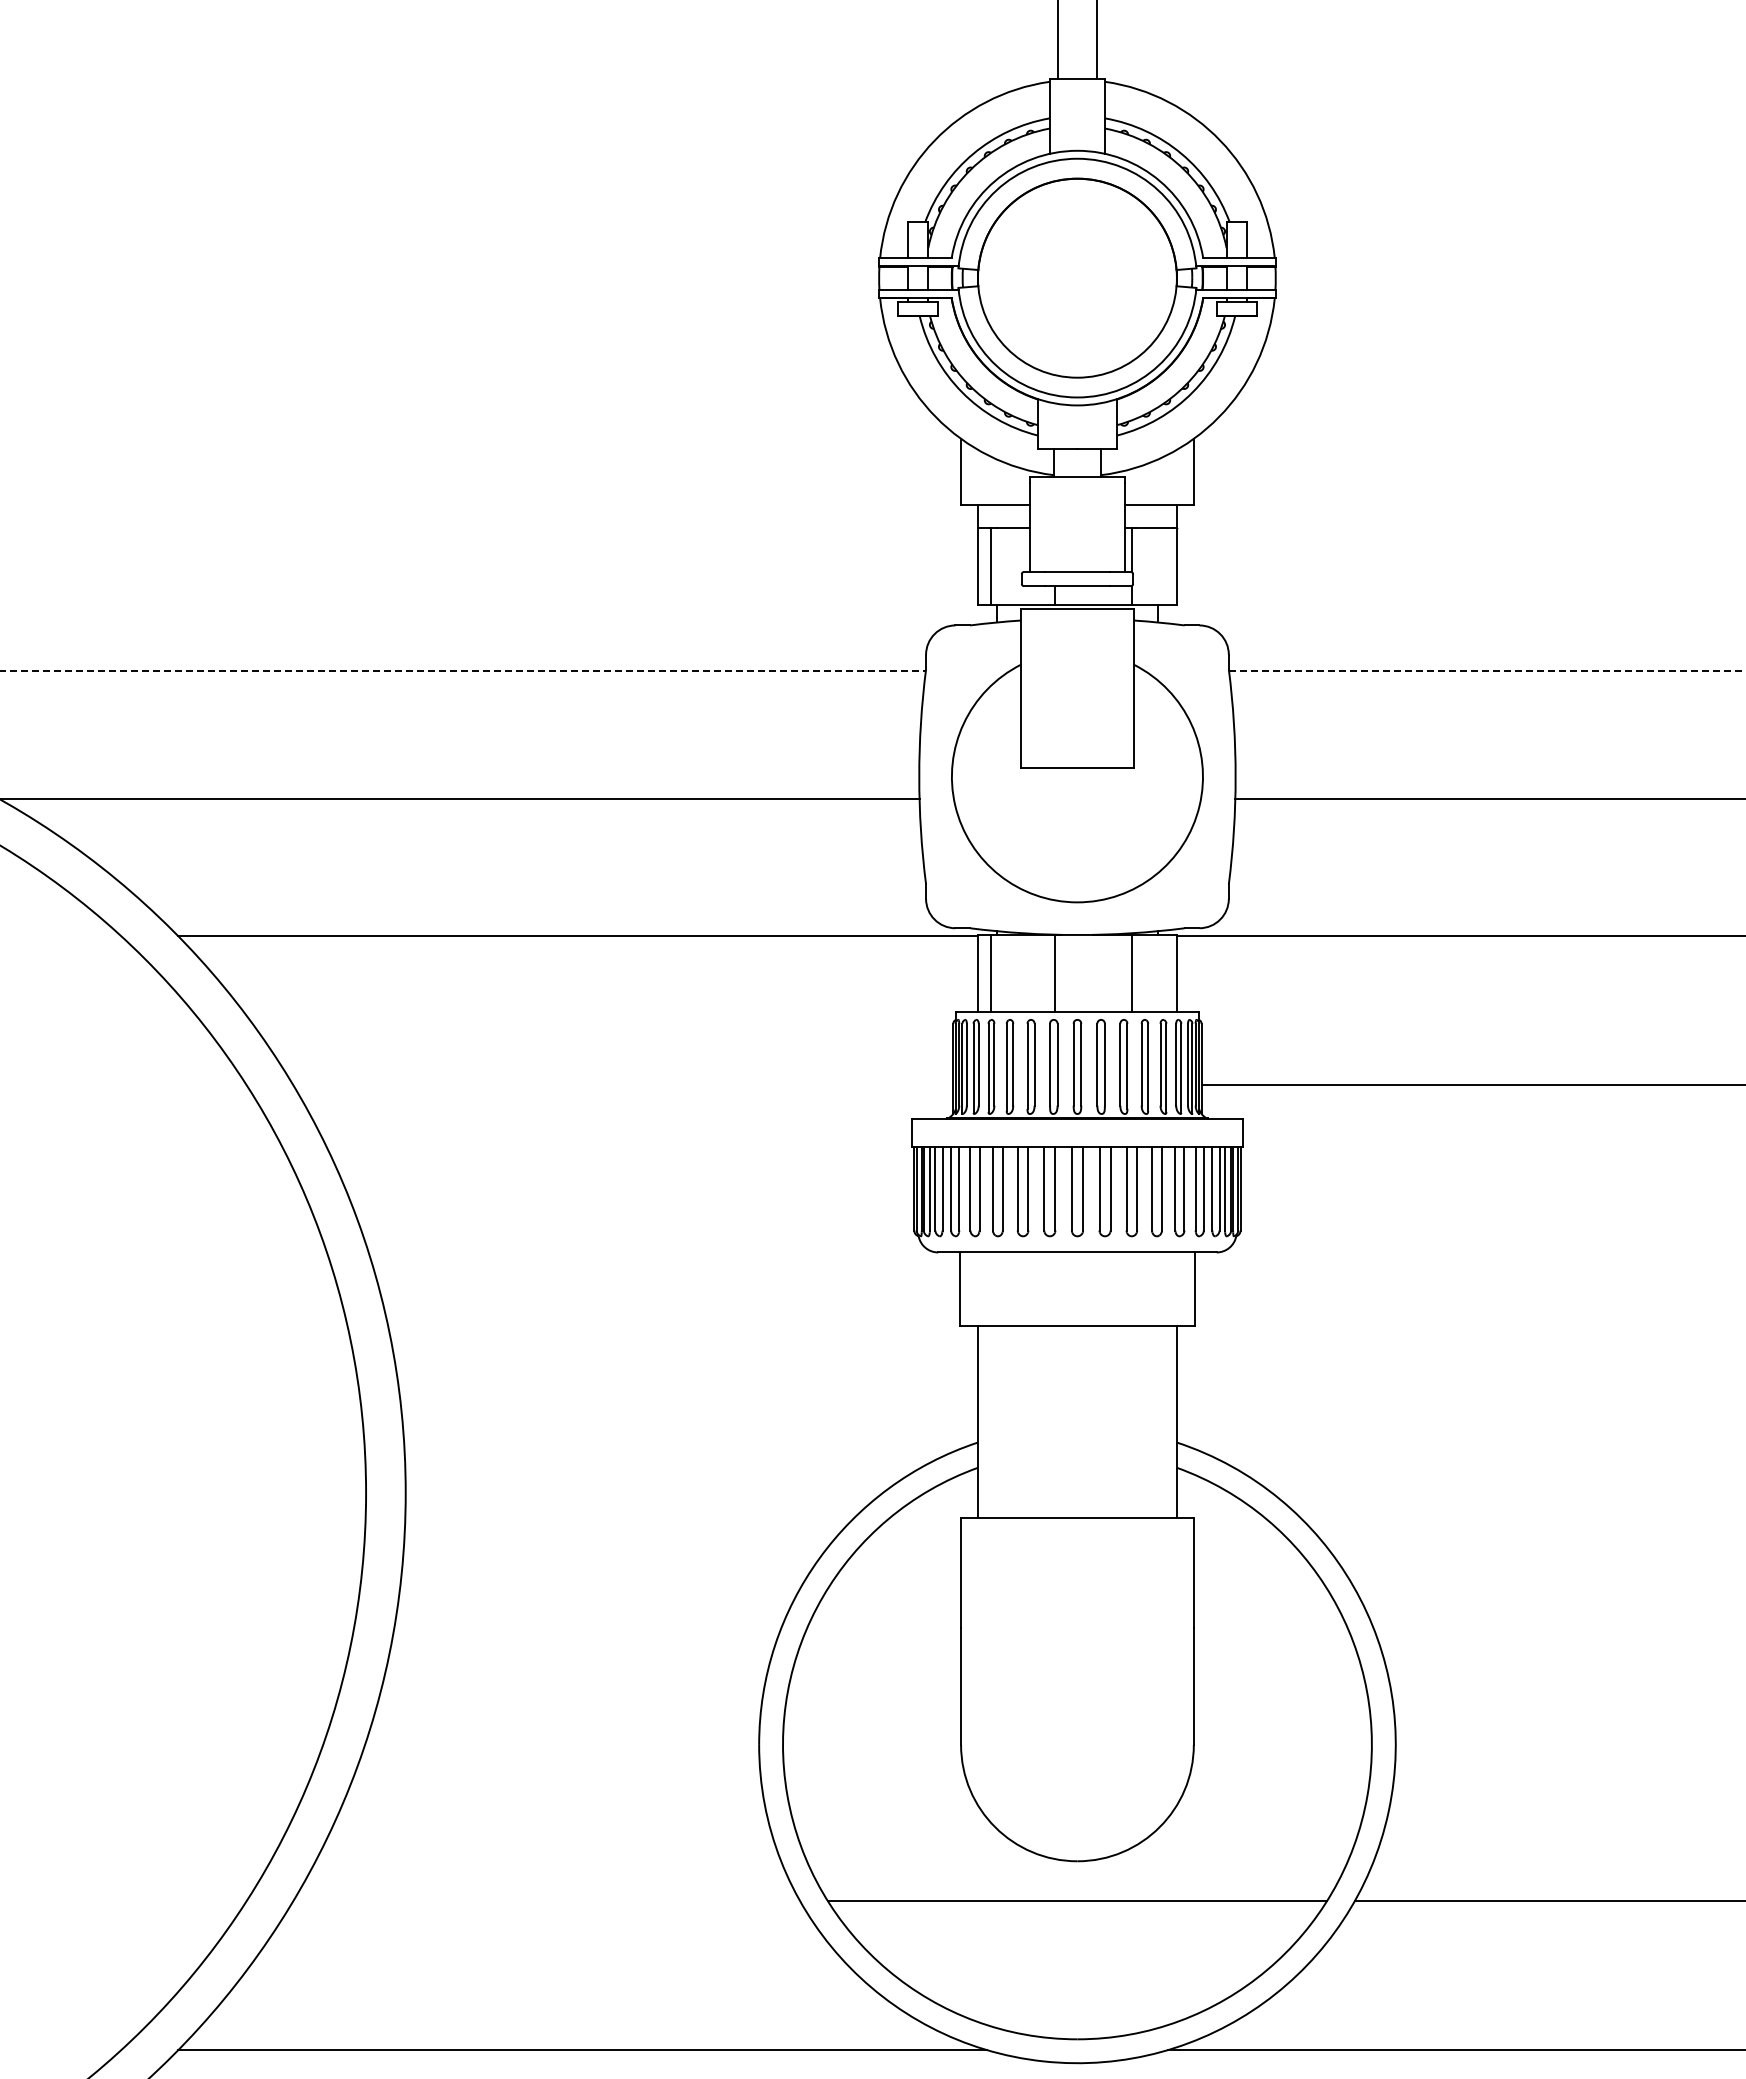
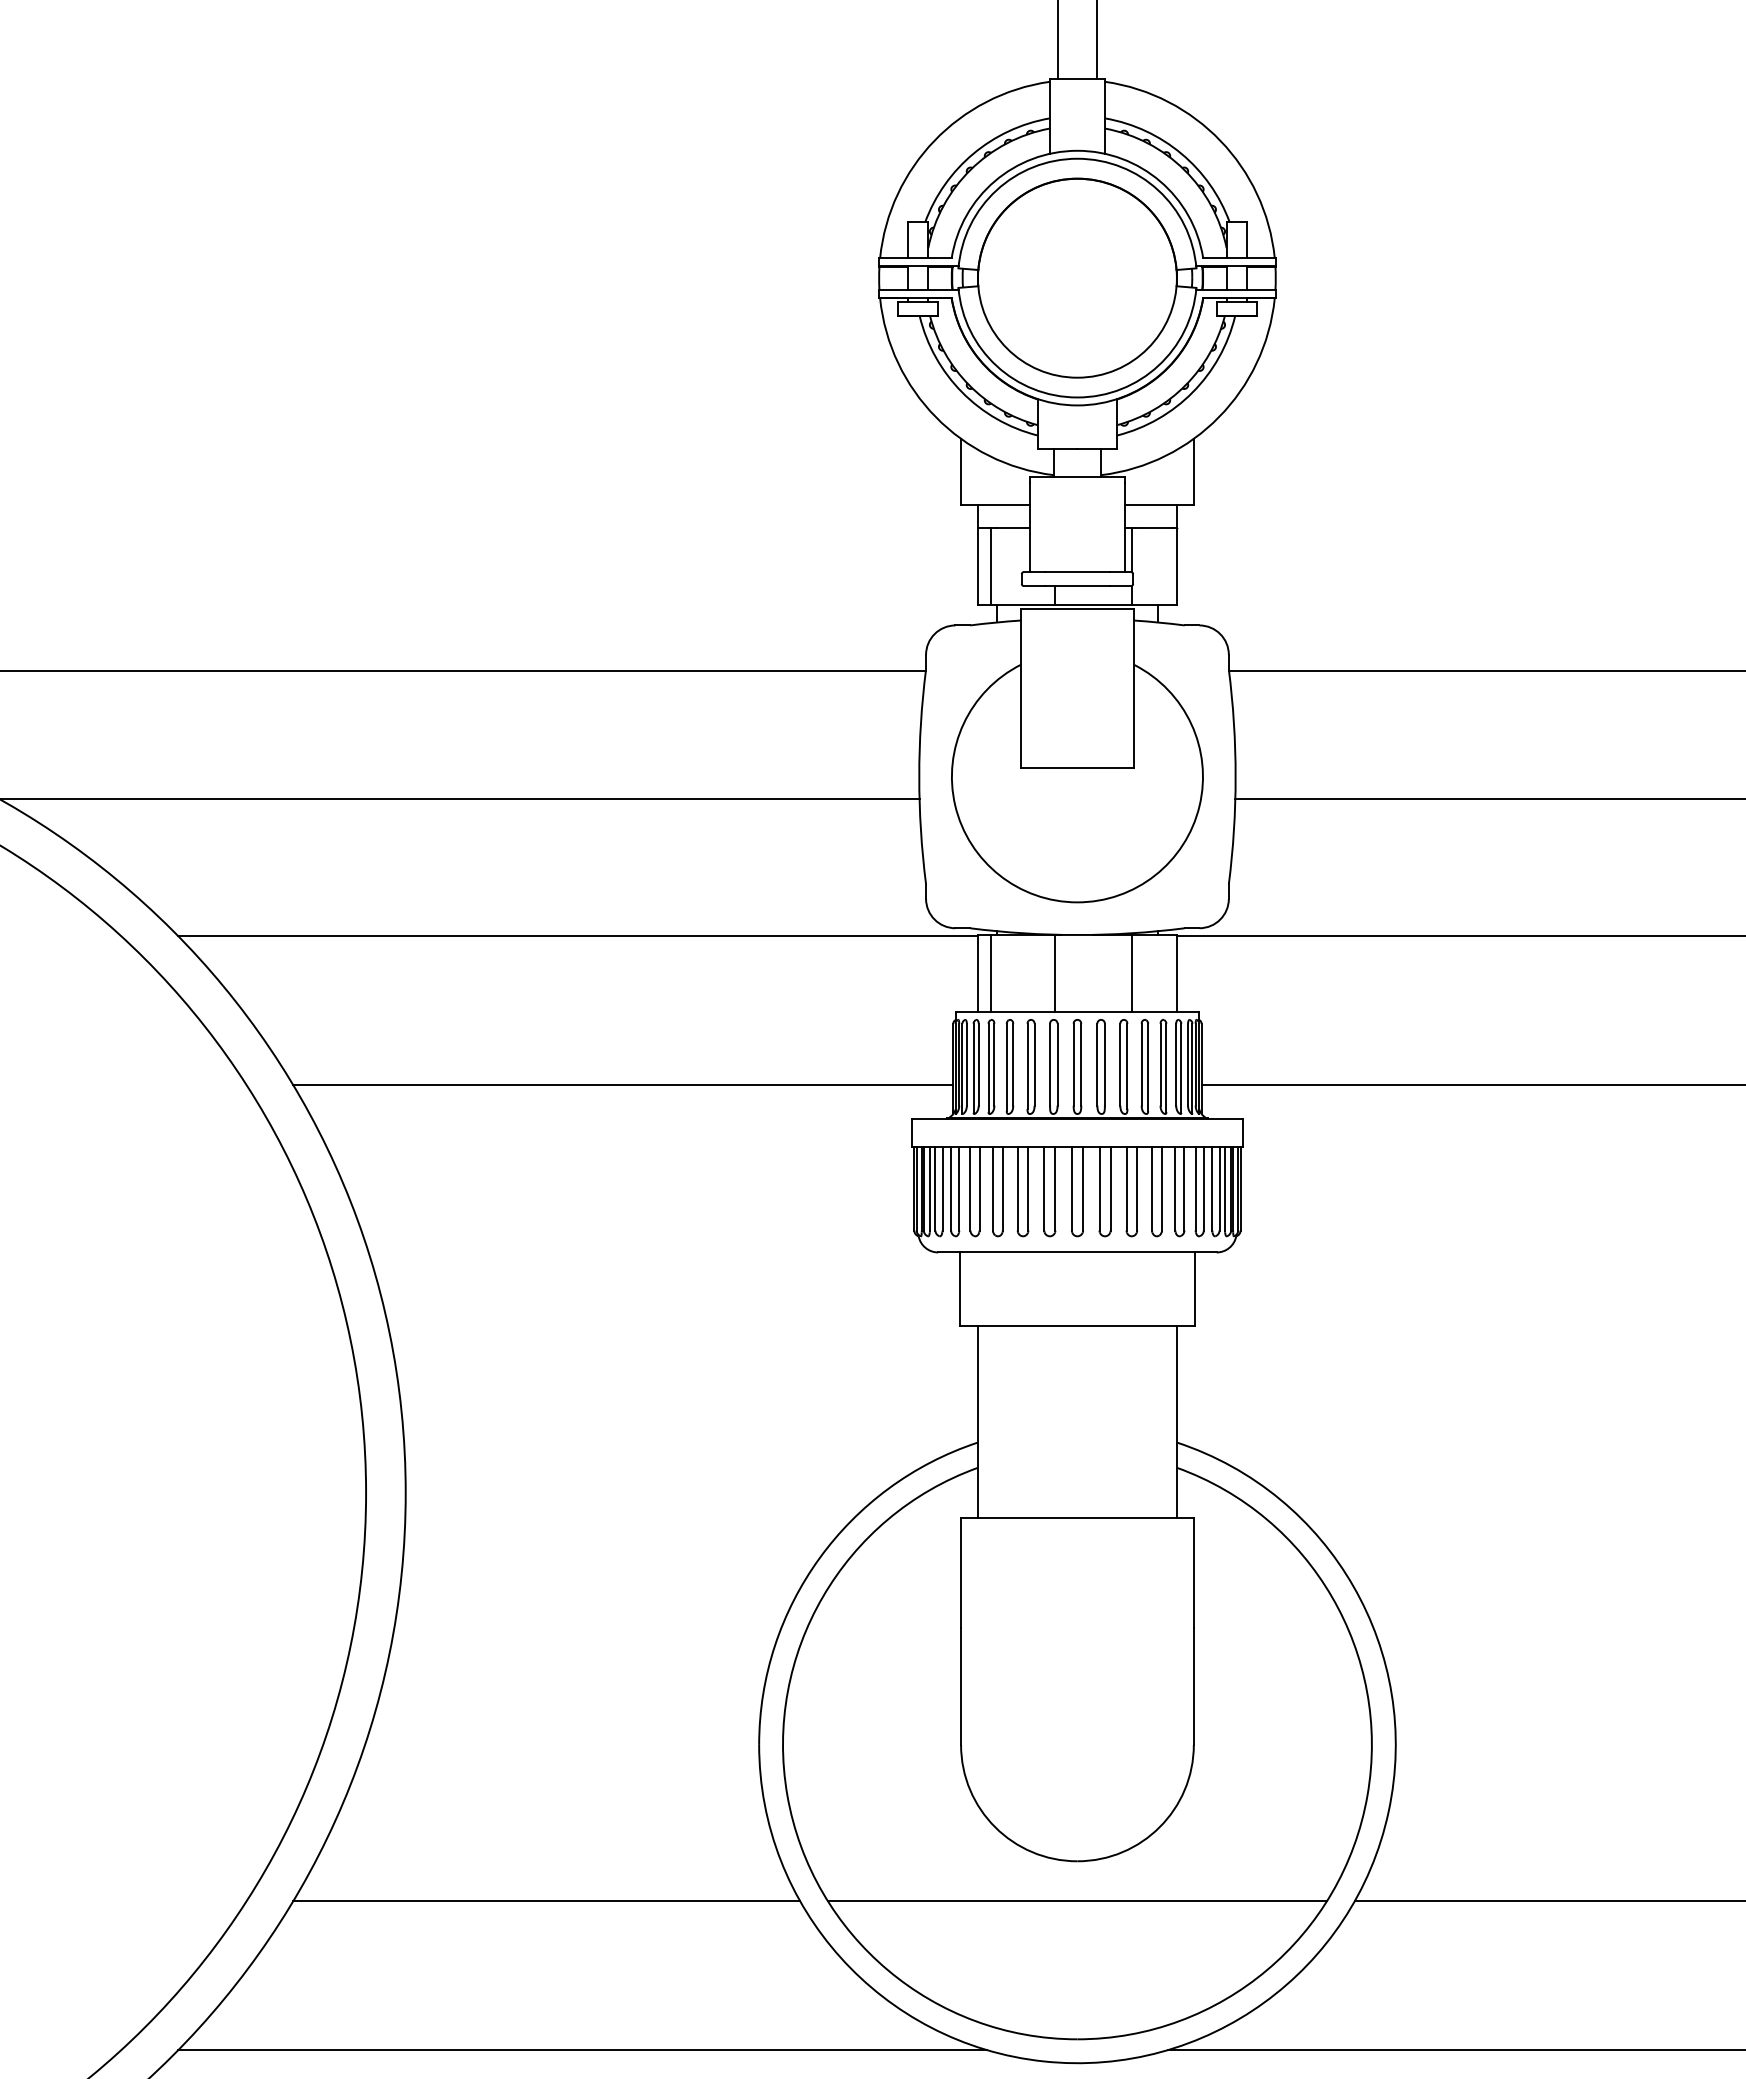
line at (463, 671): dashed -> solid
line at (1487, 671): dashed -> solid
line at (623, 1085): none -> present
line at (546, 1900): none -> present
